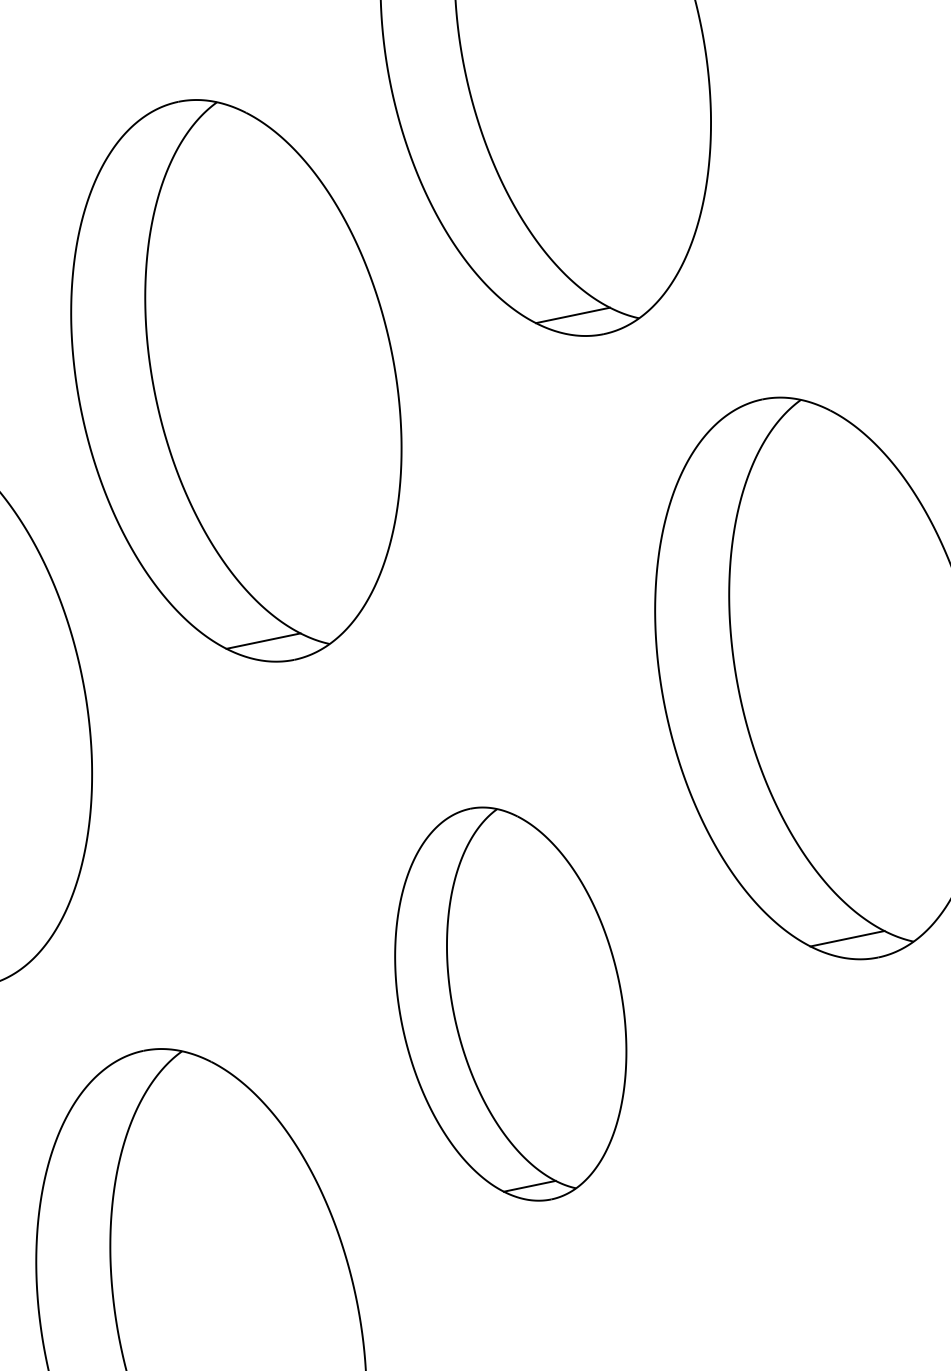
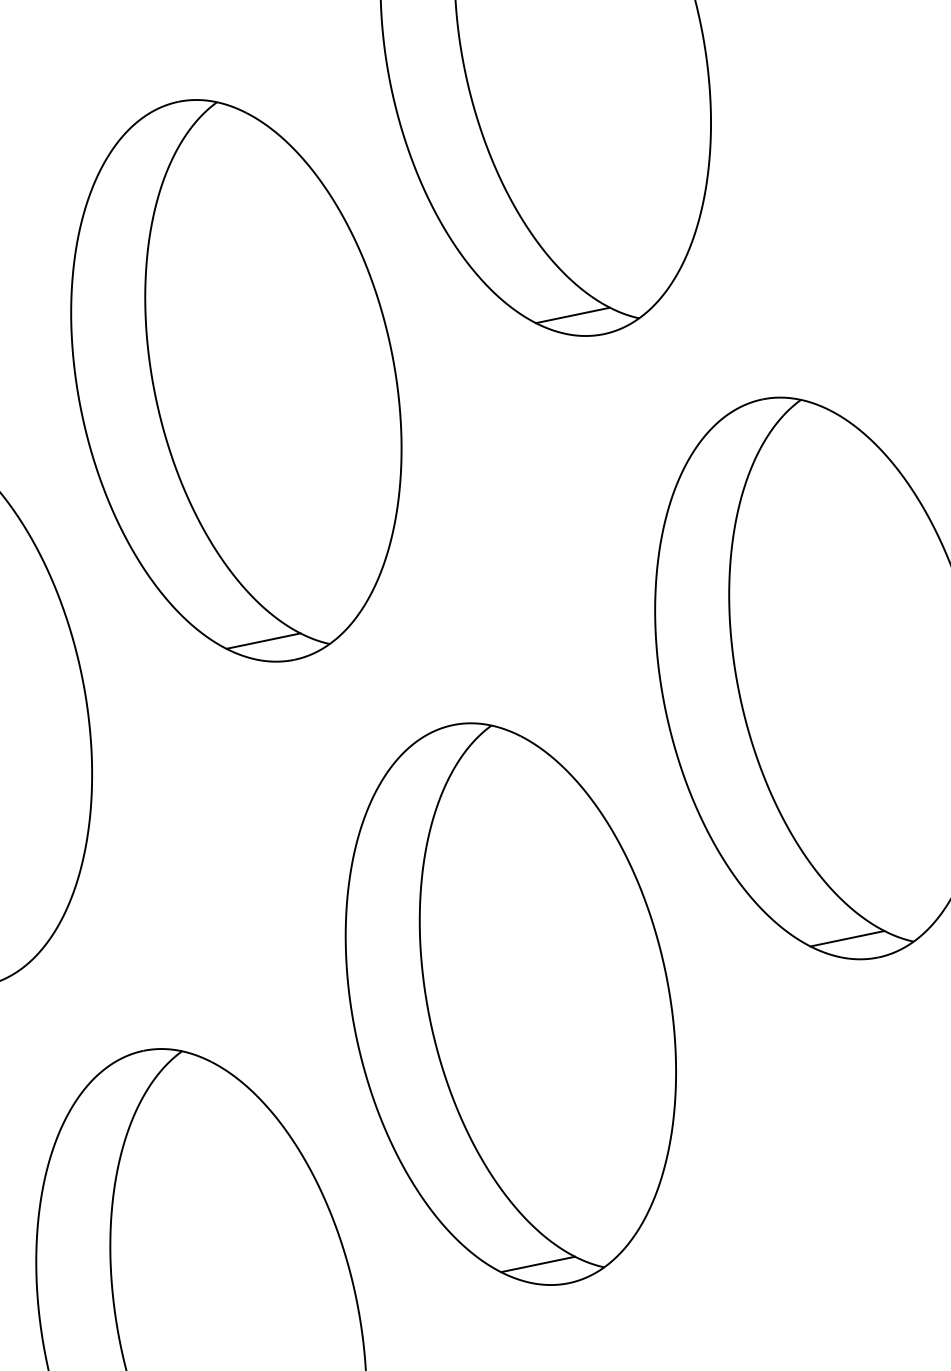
part at (510, 1003) size: 234x396 px -> 333x564 px
